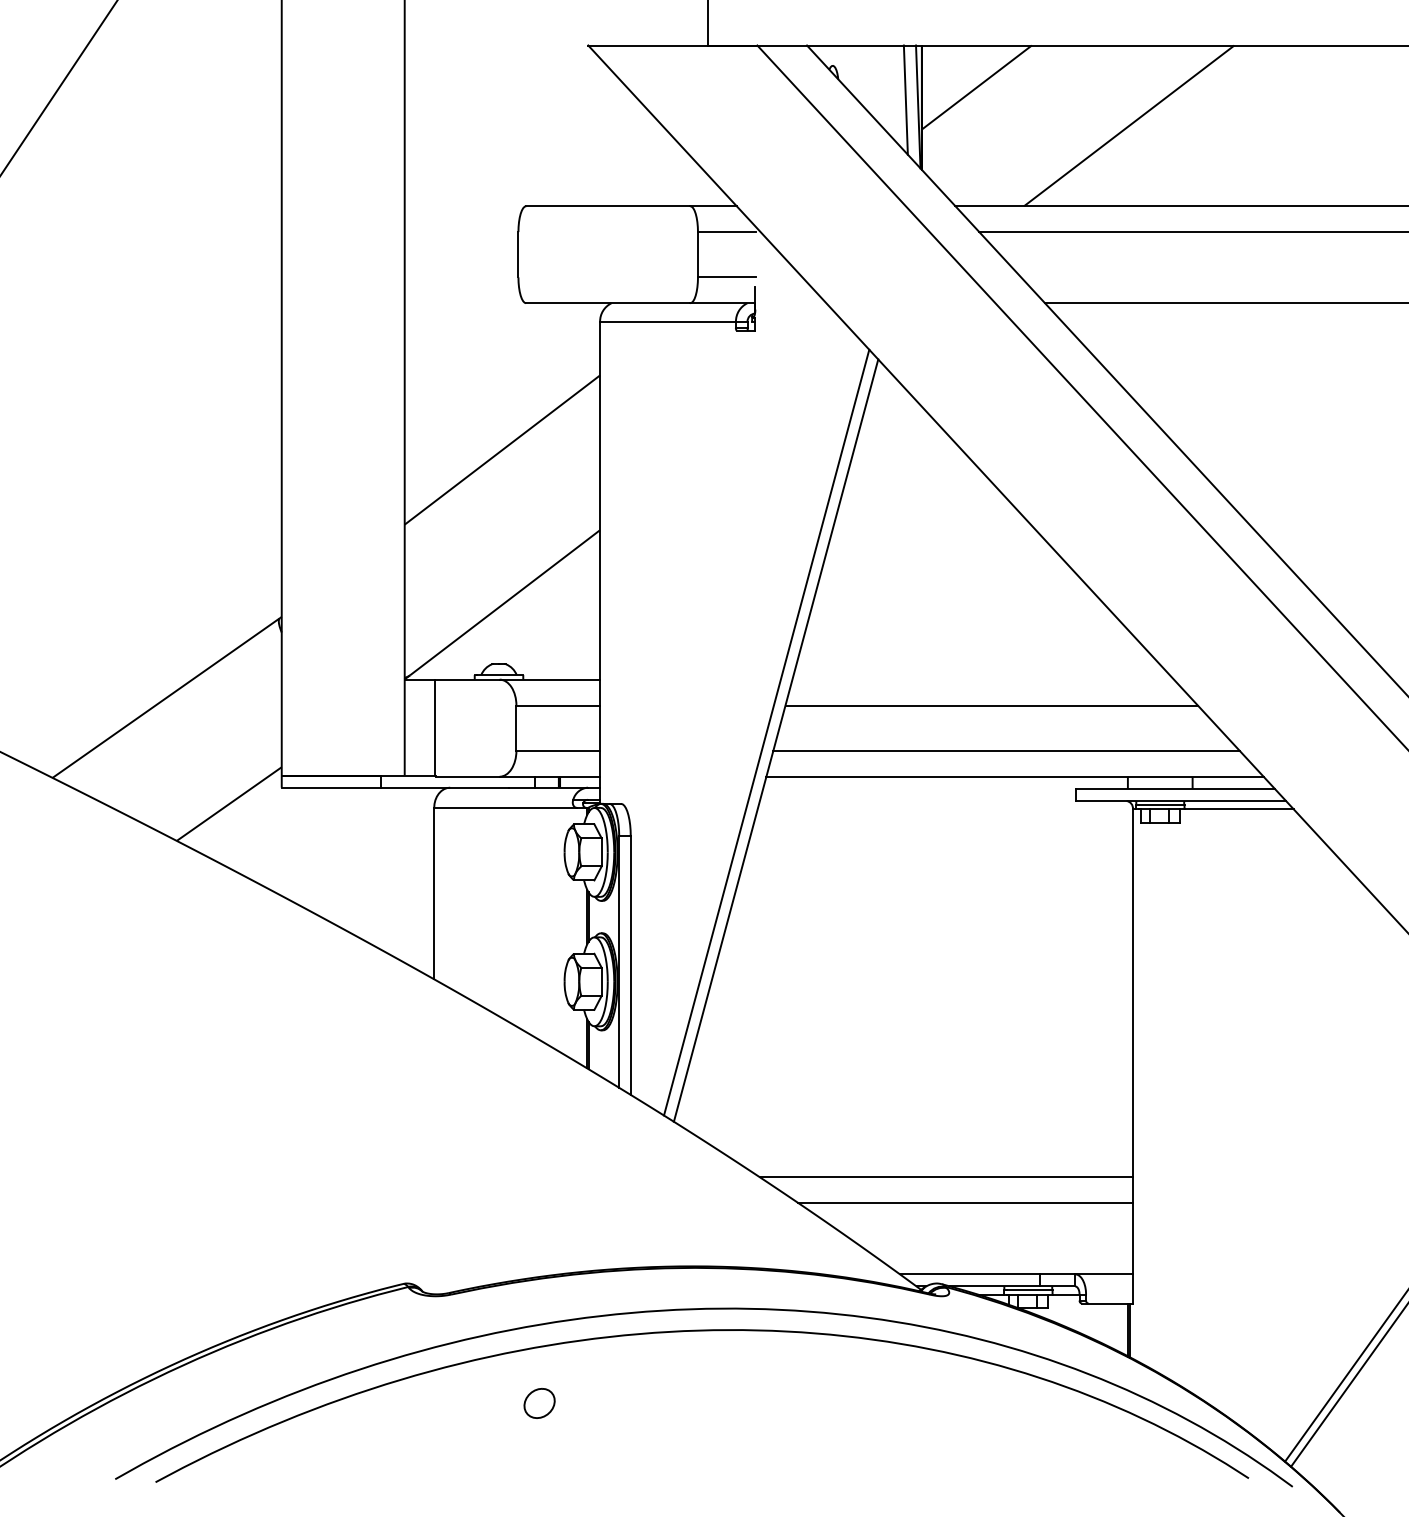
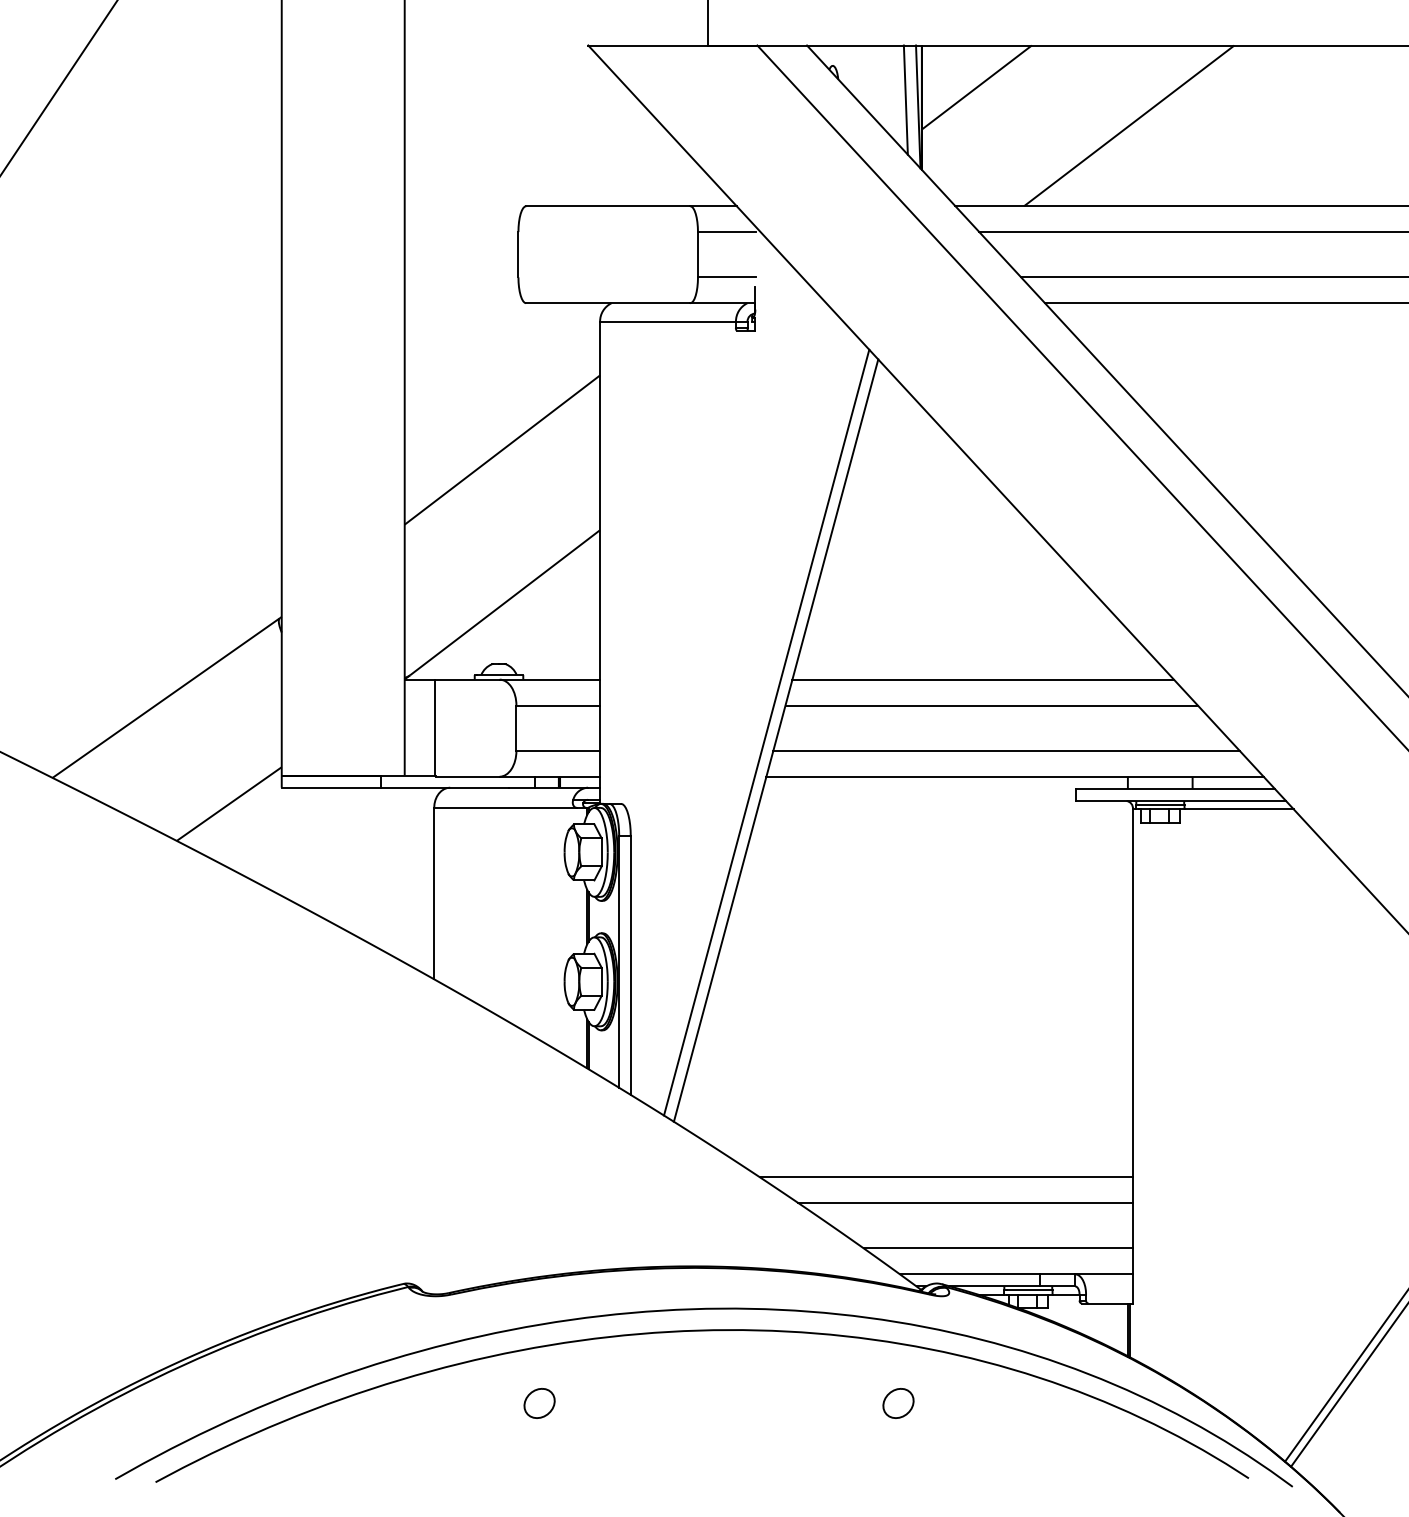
line at (1213, 277): none -> present
line at (982, 679): none -> present
line at (997, 1248): none -> present
part at (898, 1403): none -> present
